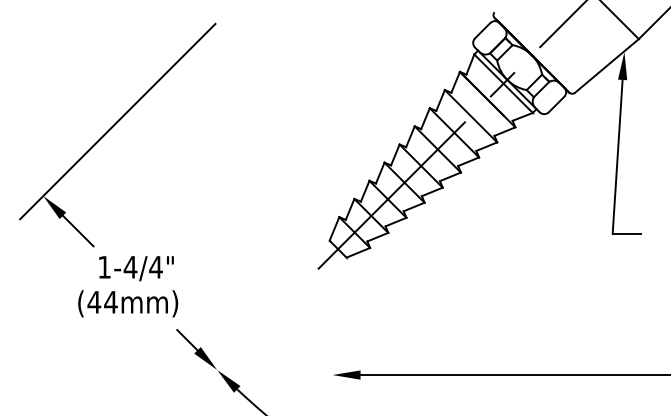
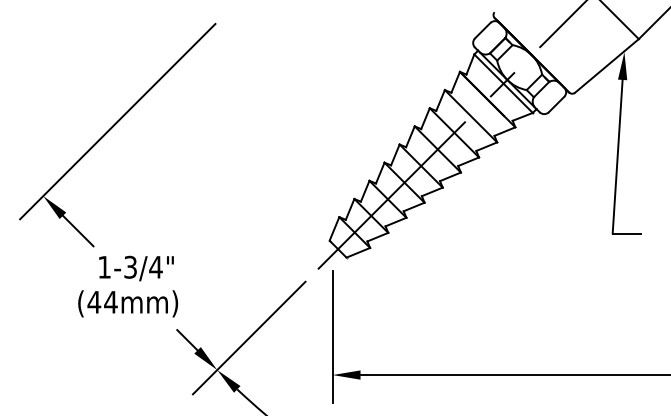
text at (130, 266): 1-4/4" -> 1-3/4"
line at (332, 336): none -> present
line at (248, 337): none -> present
